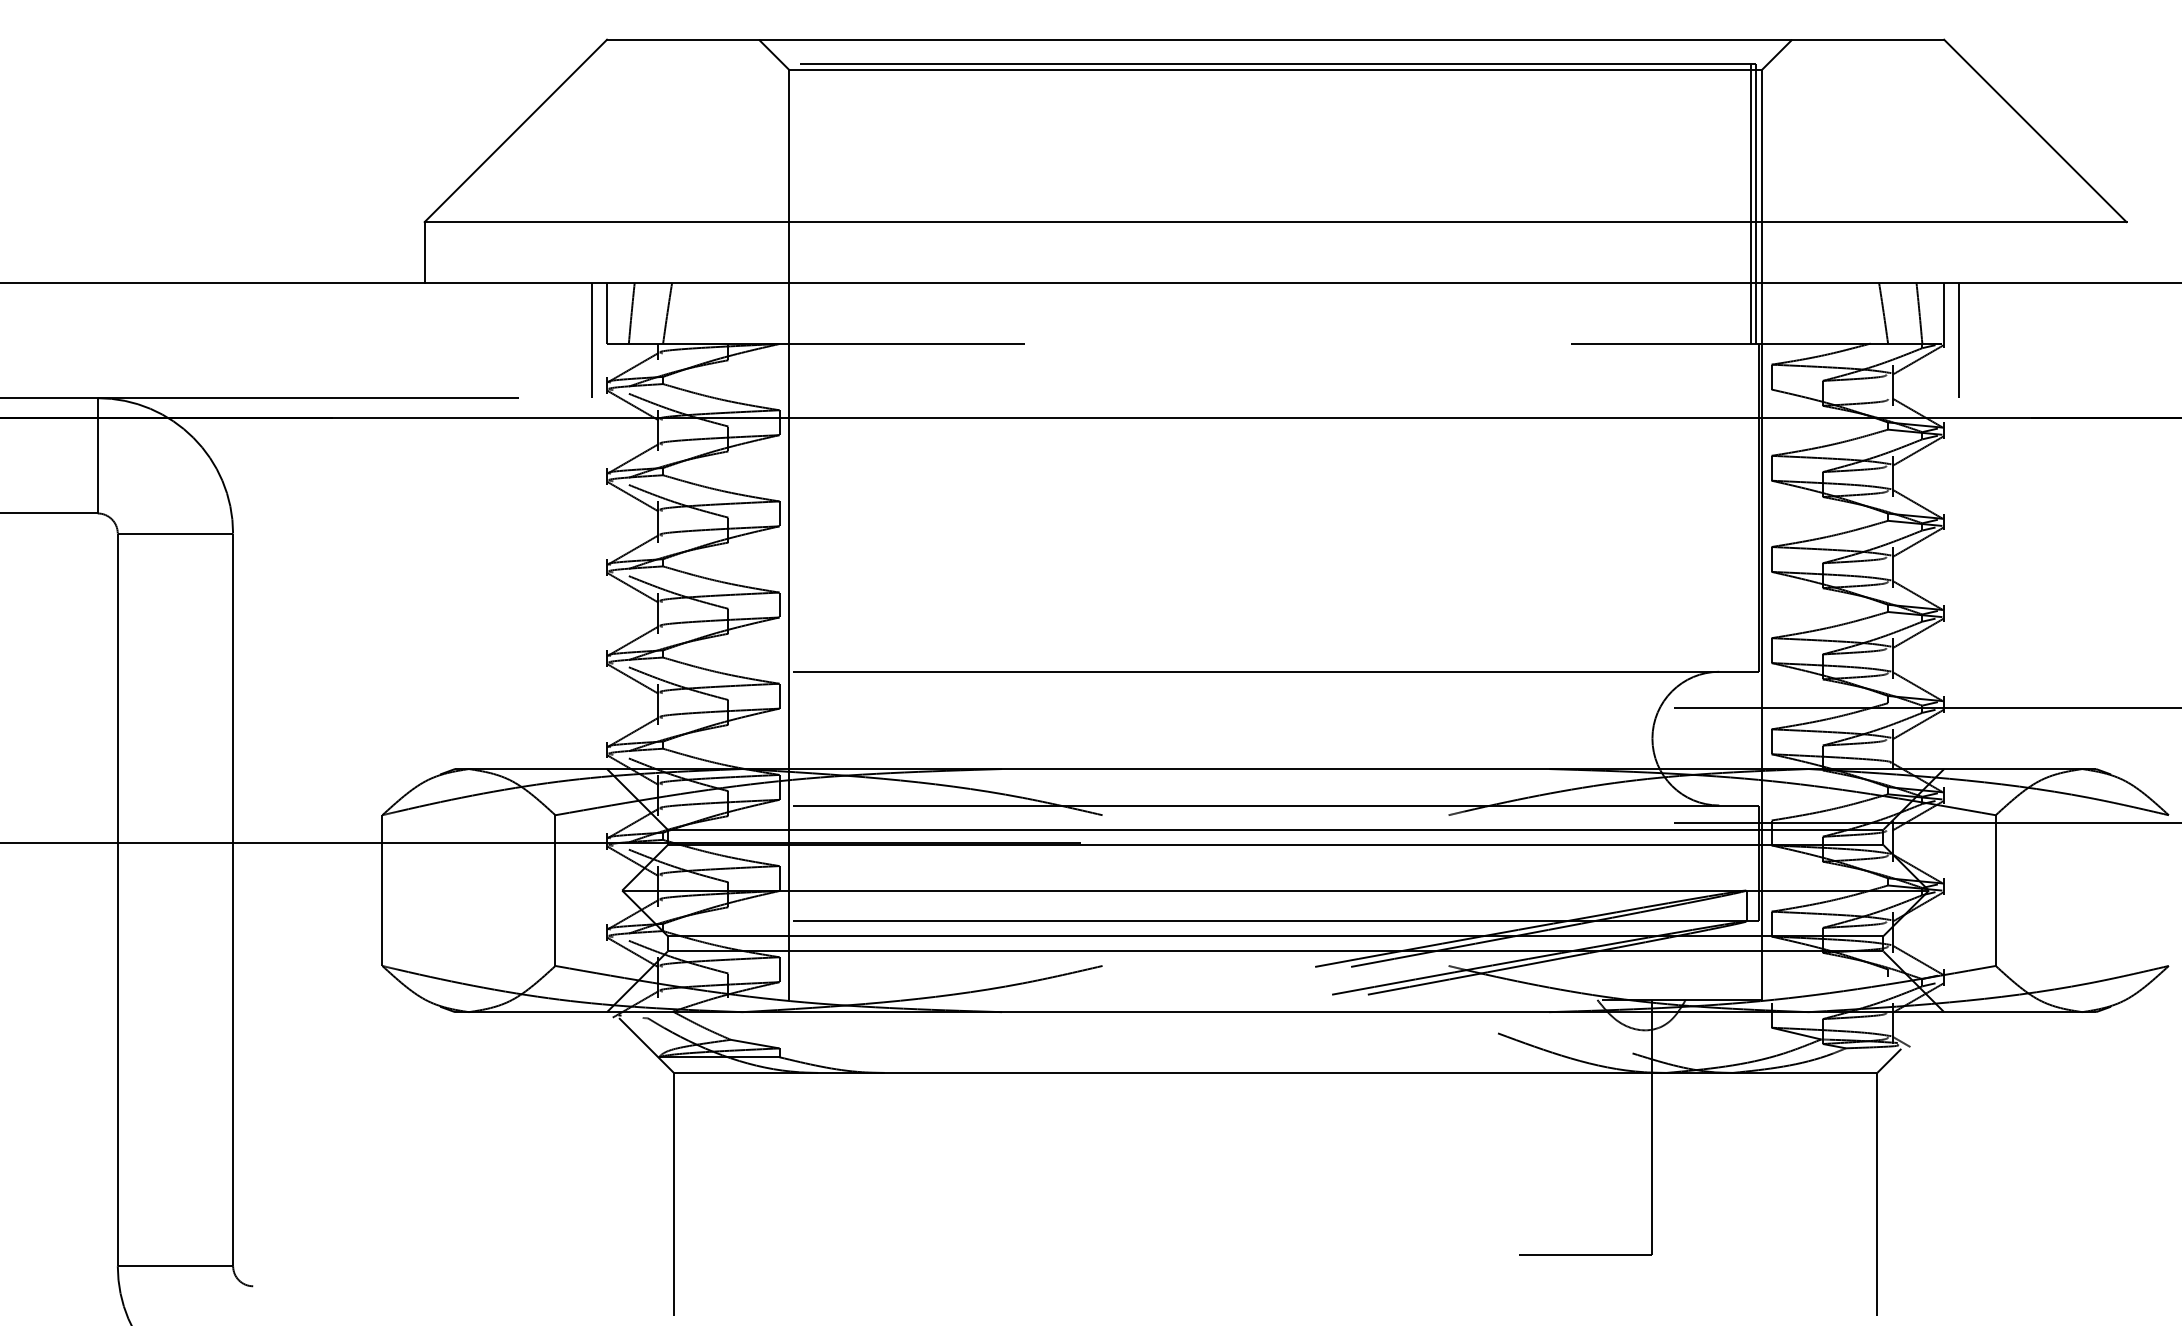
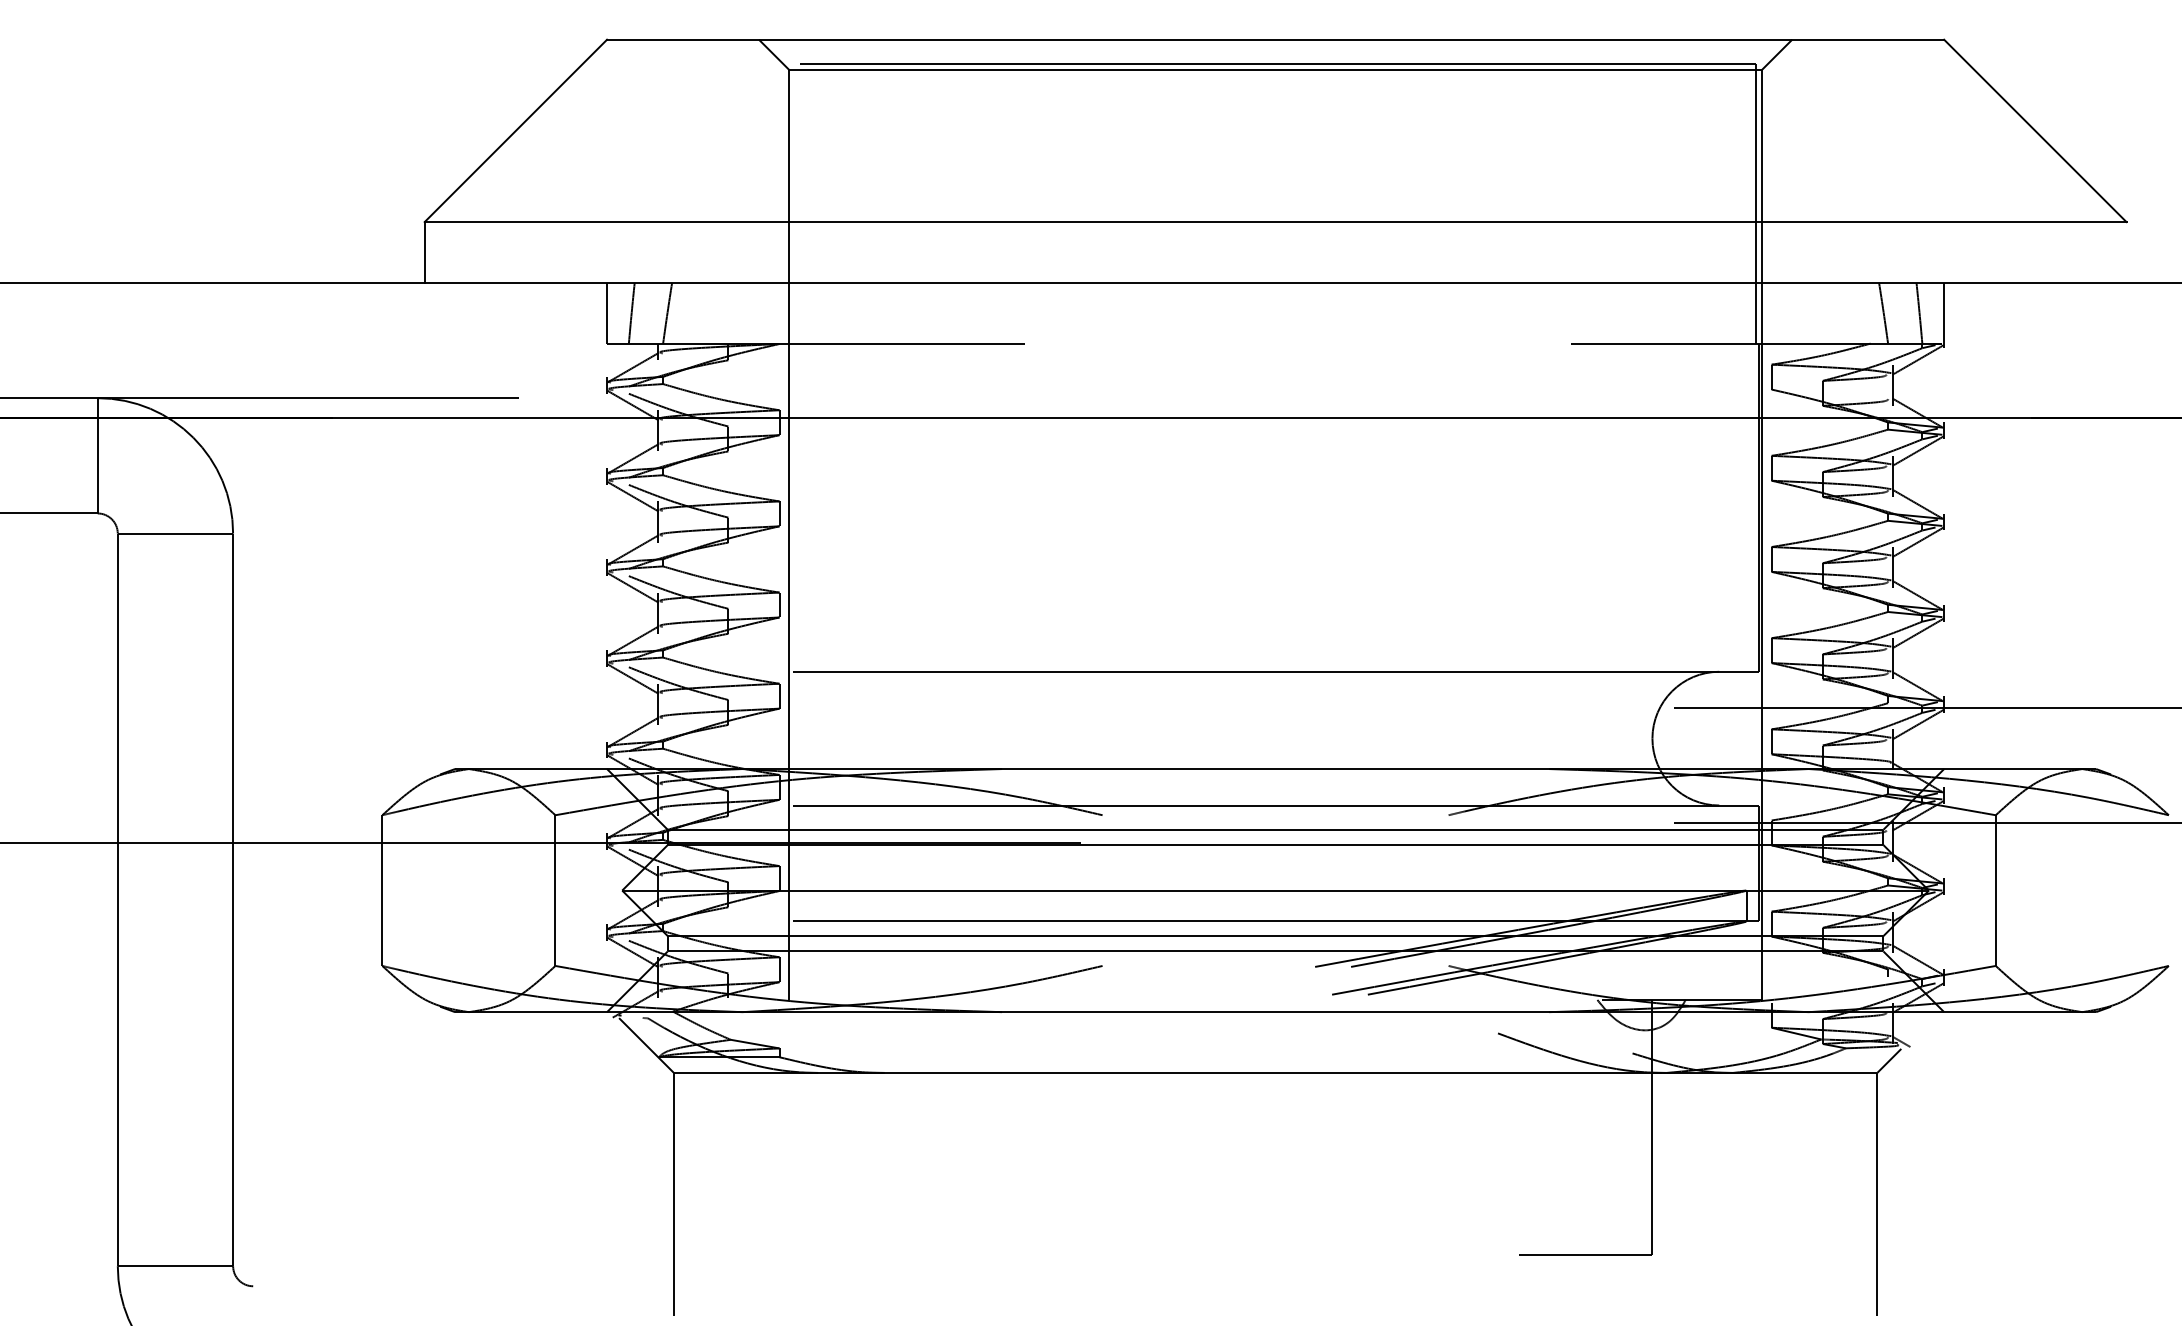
line at (1751, 203): present -> none
line at (592, 340): present -> none
line at (1958, 340): present -> none
